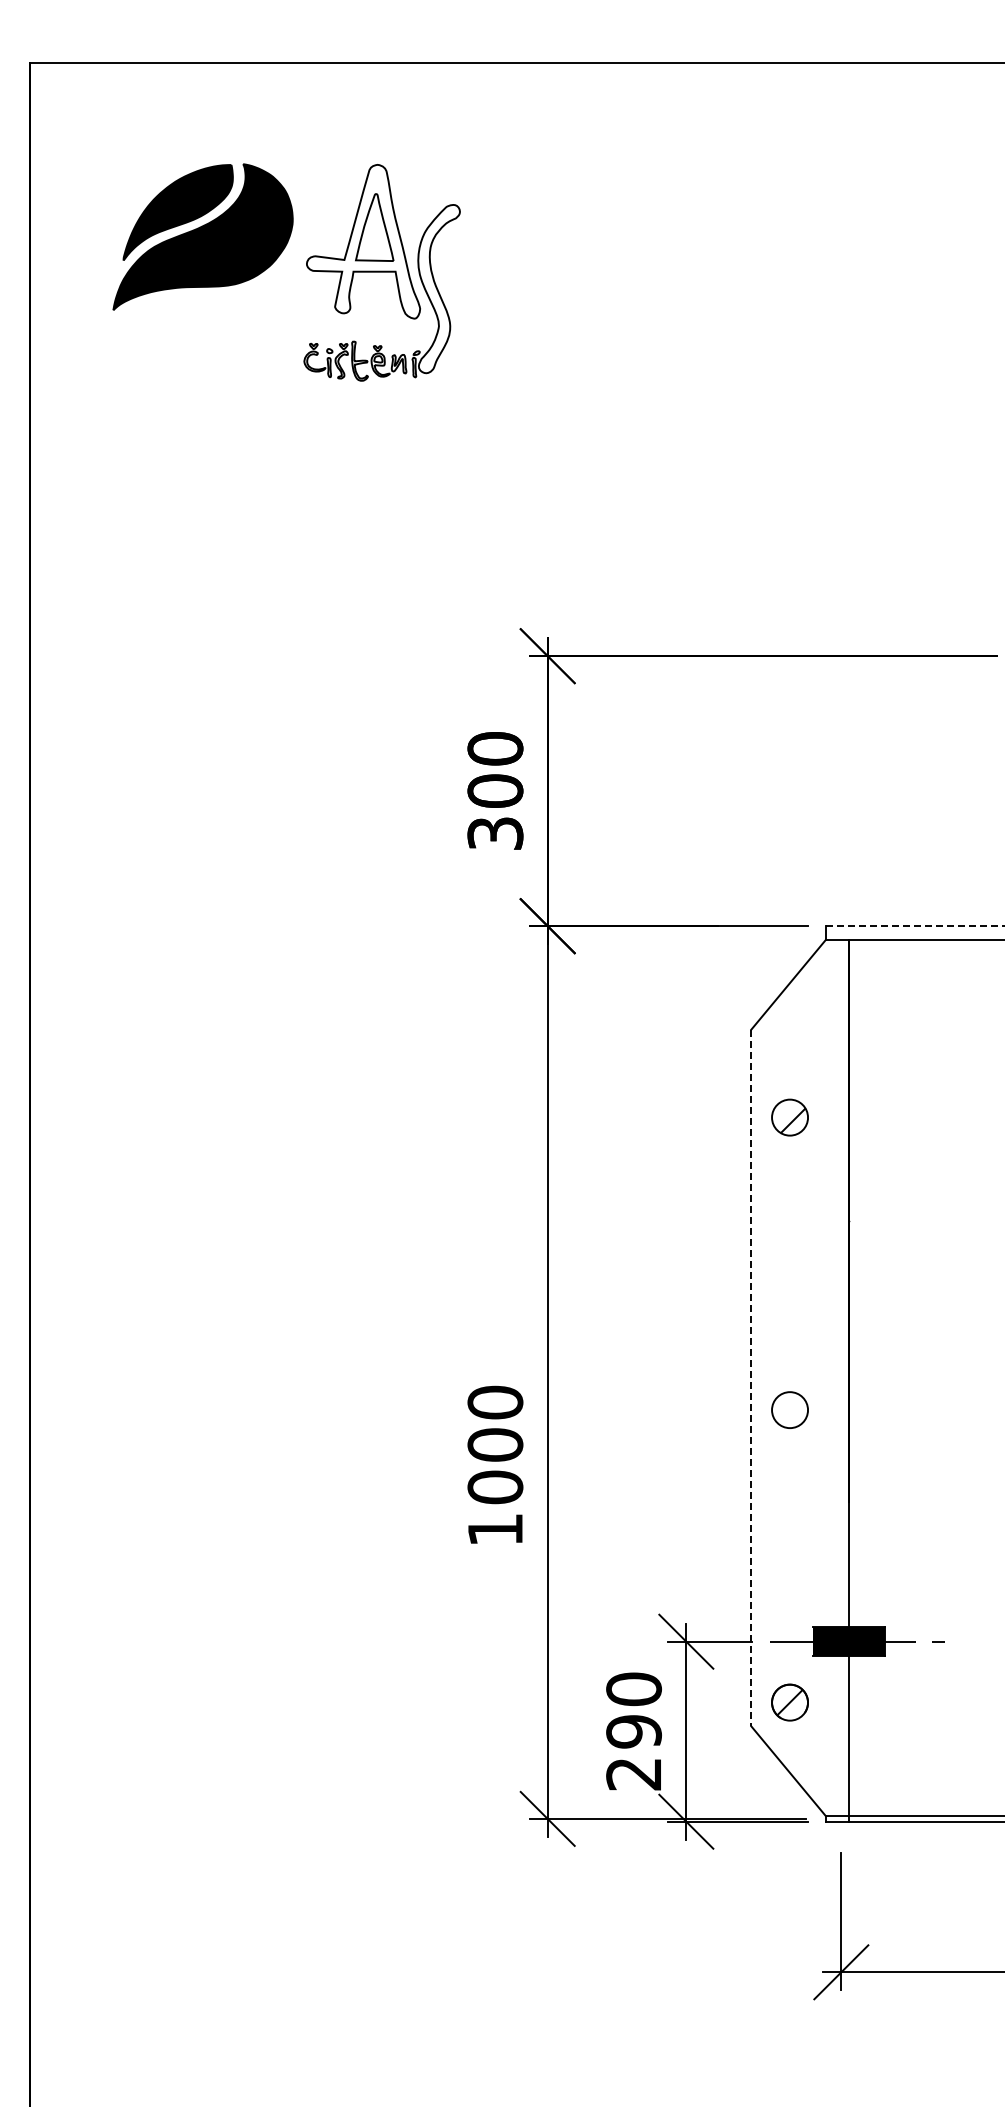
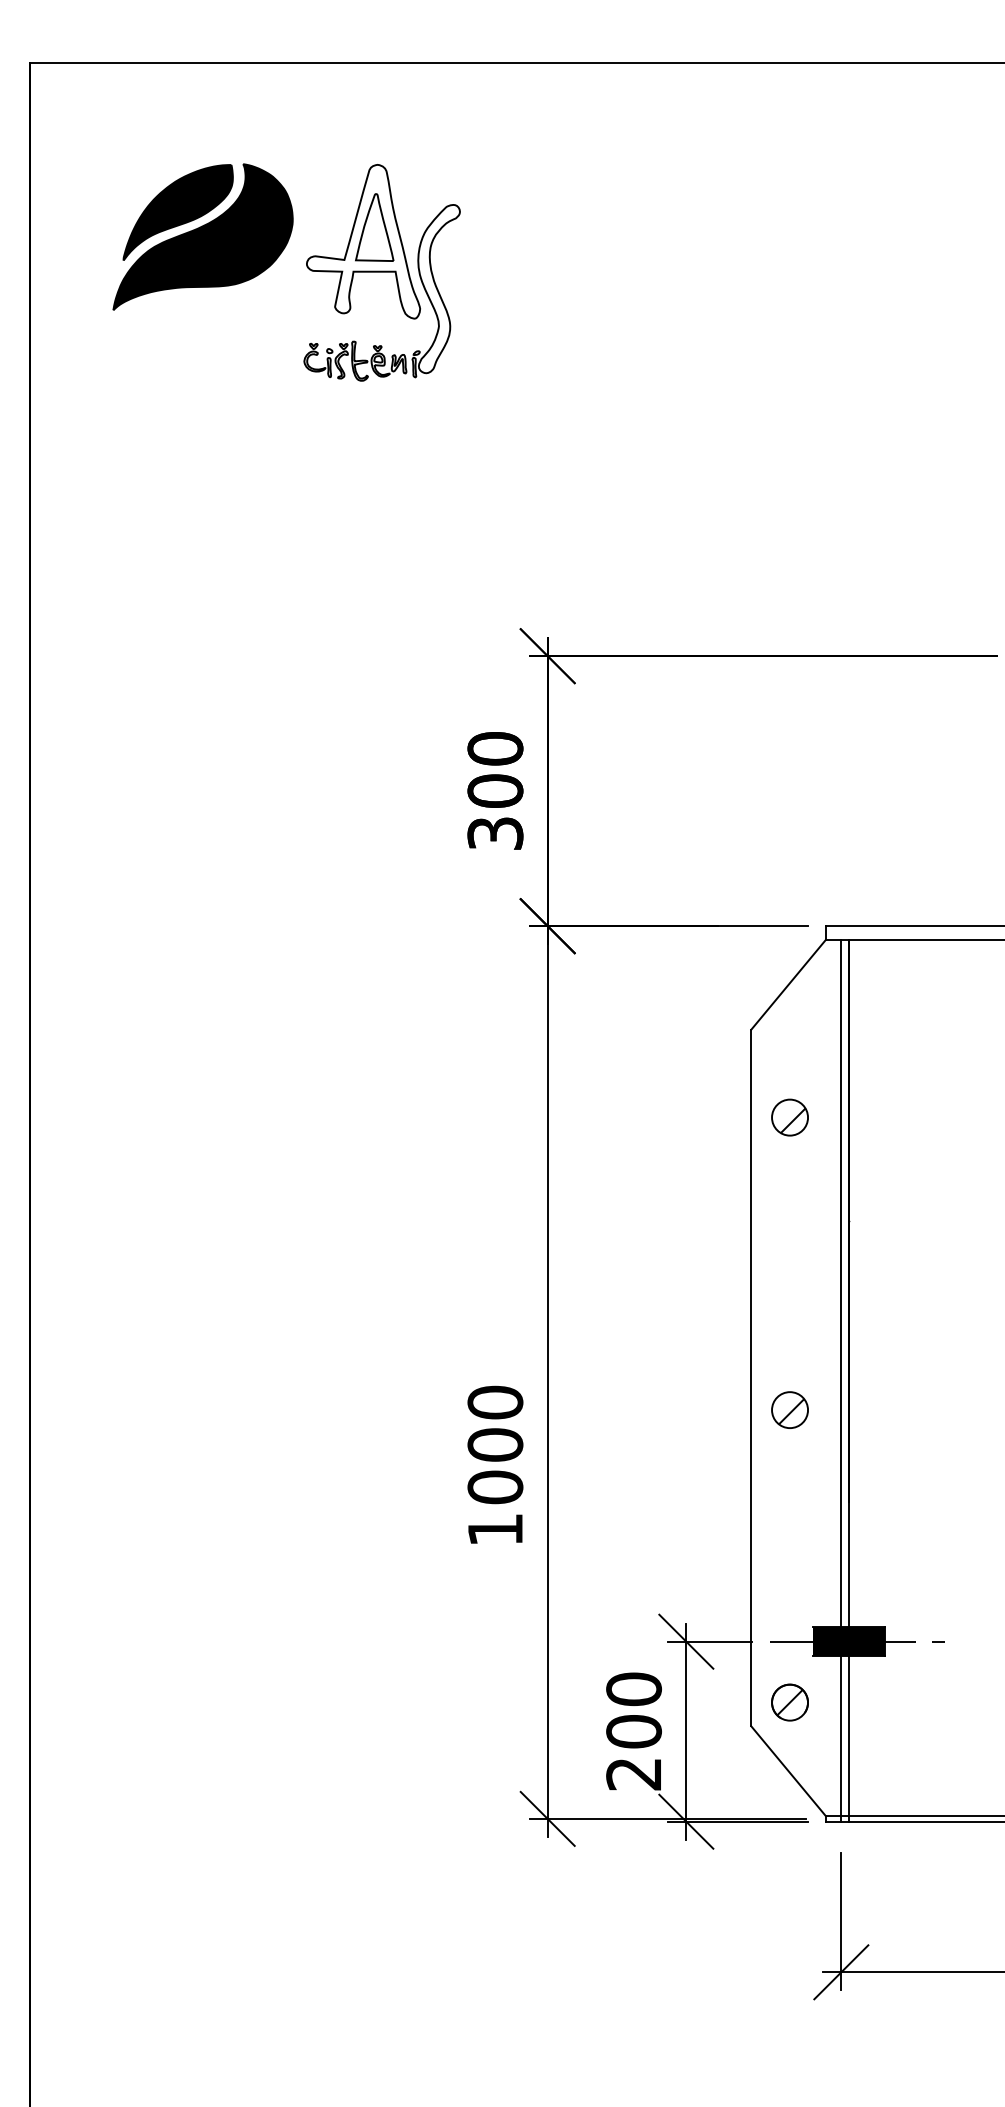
line at (915, 926): dashed -> solid
line at (751, 1378): dashed -> solid
line at (841, 1380): none -> present
hatch at (791, 1411): none -> present
text at (633, 1731): 290 -> 200
